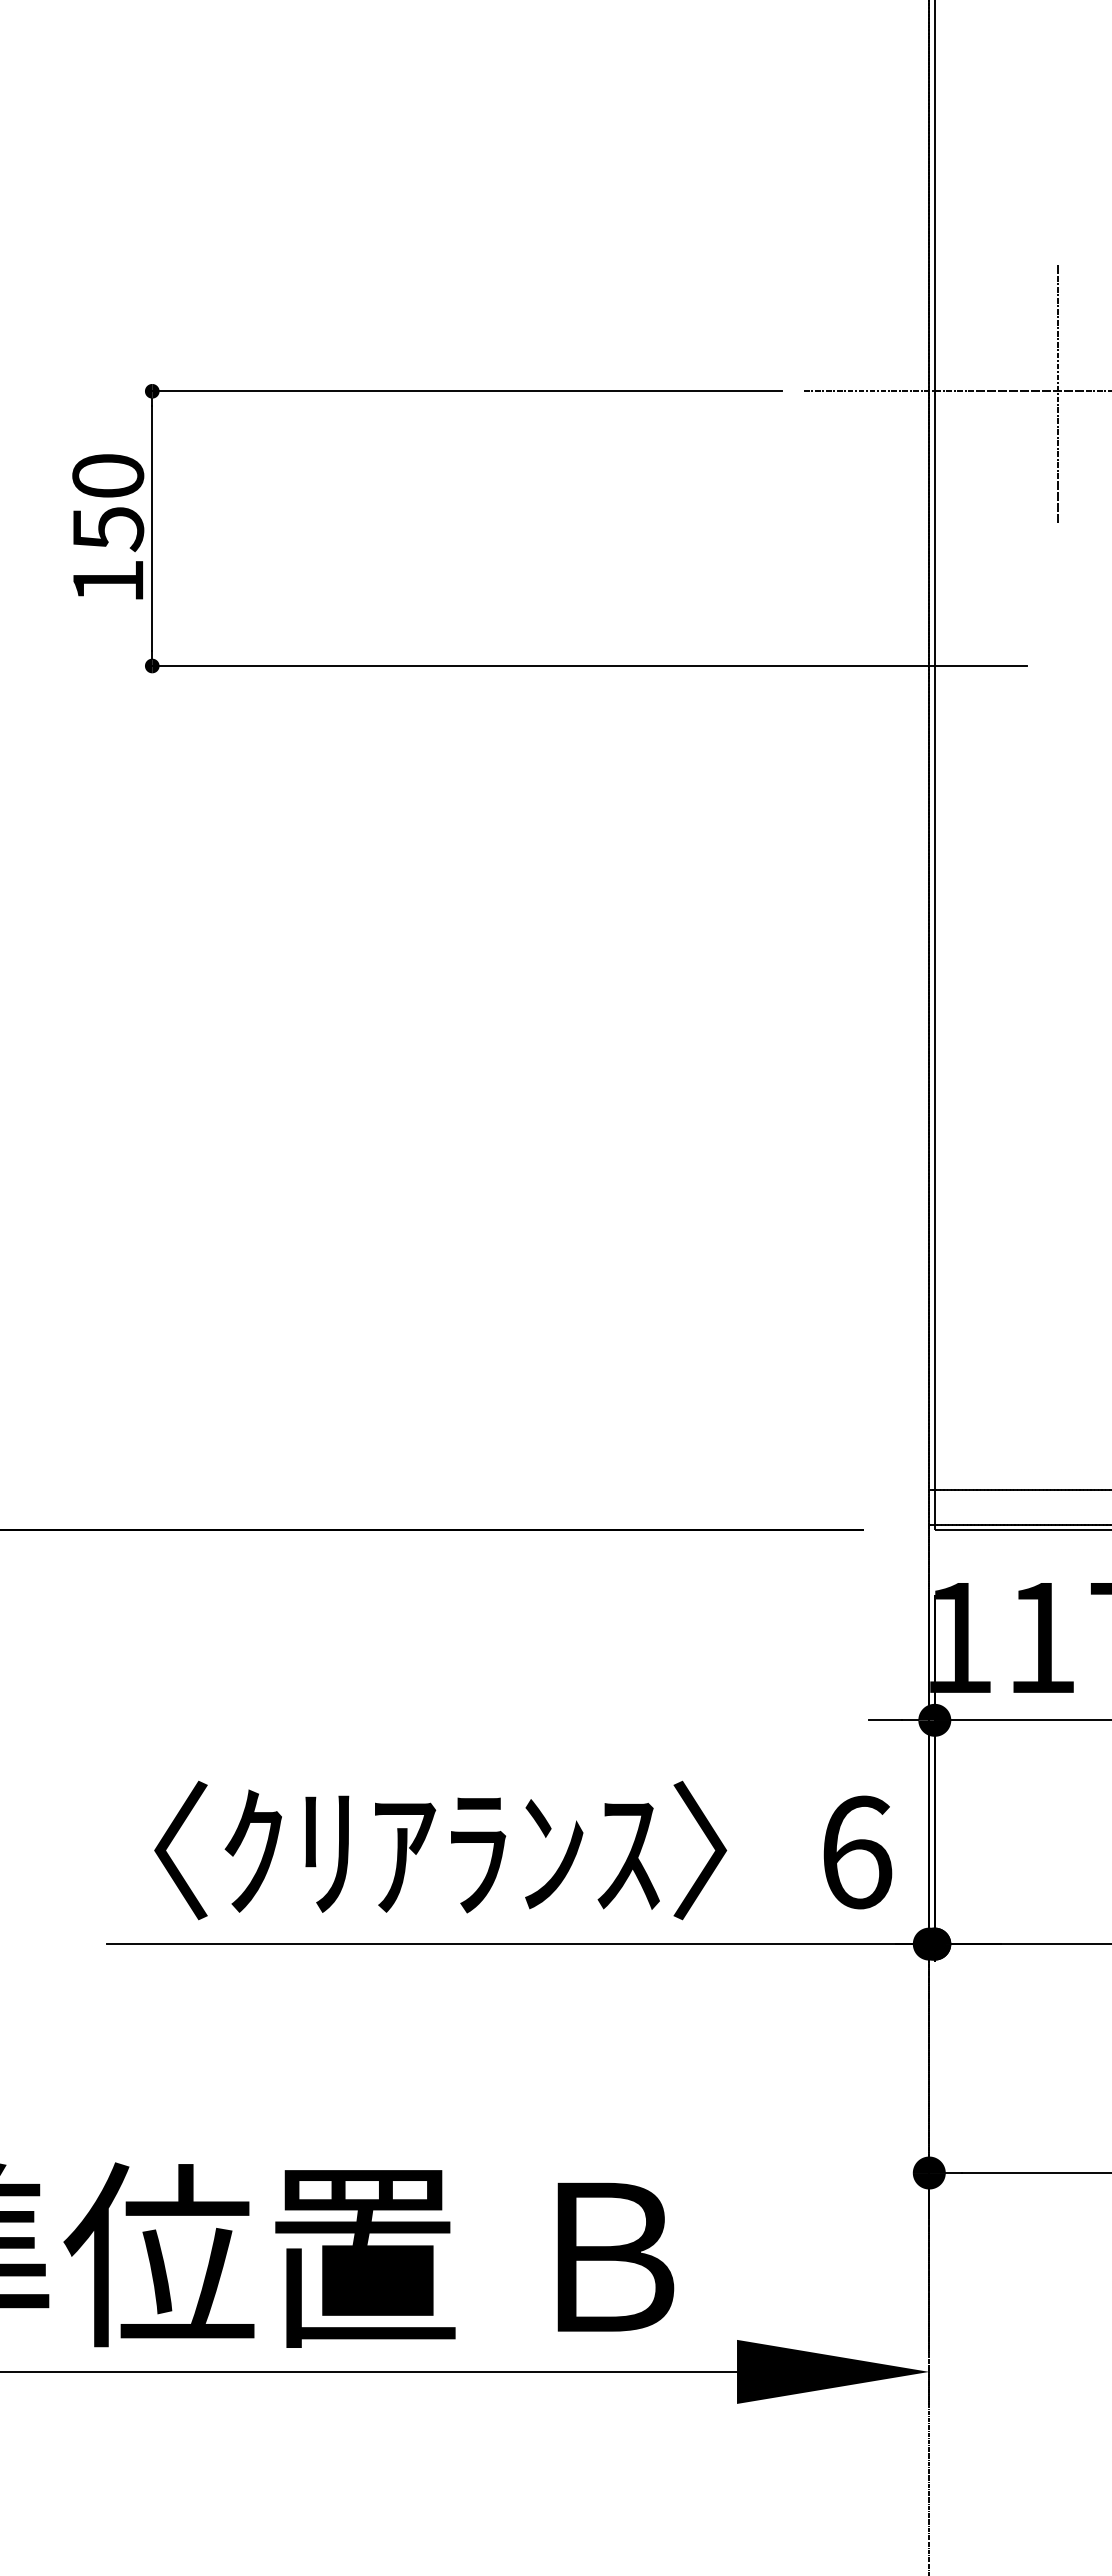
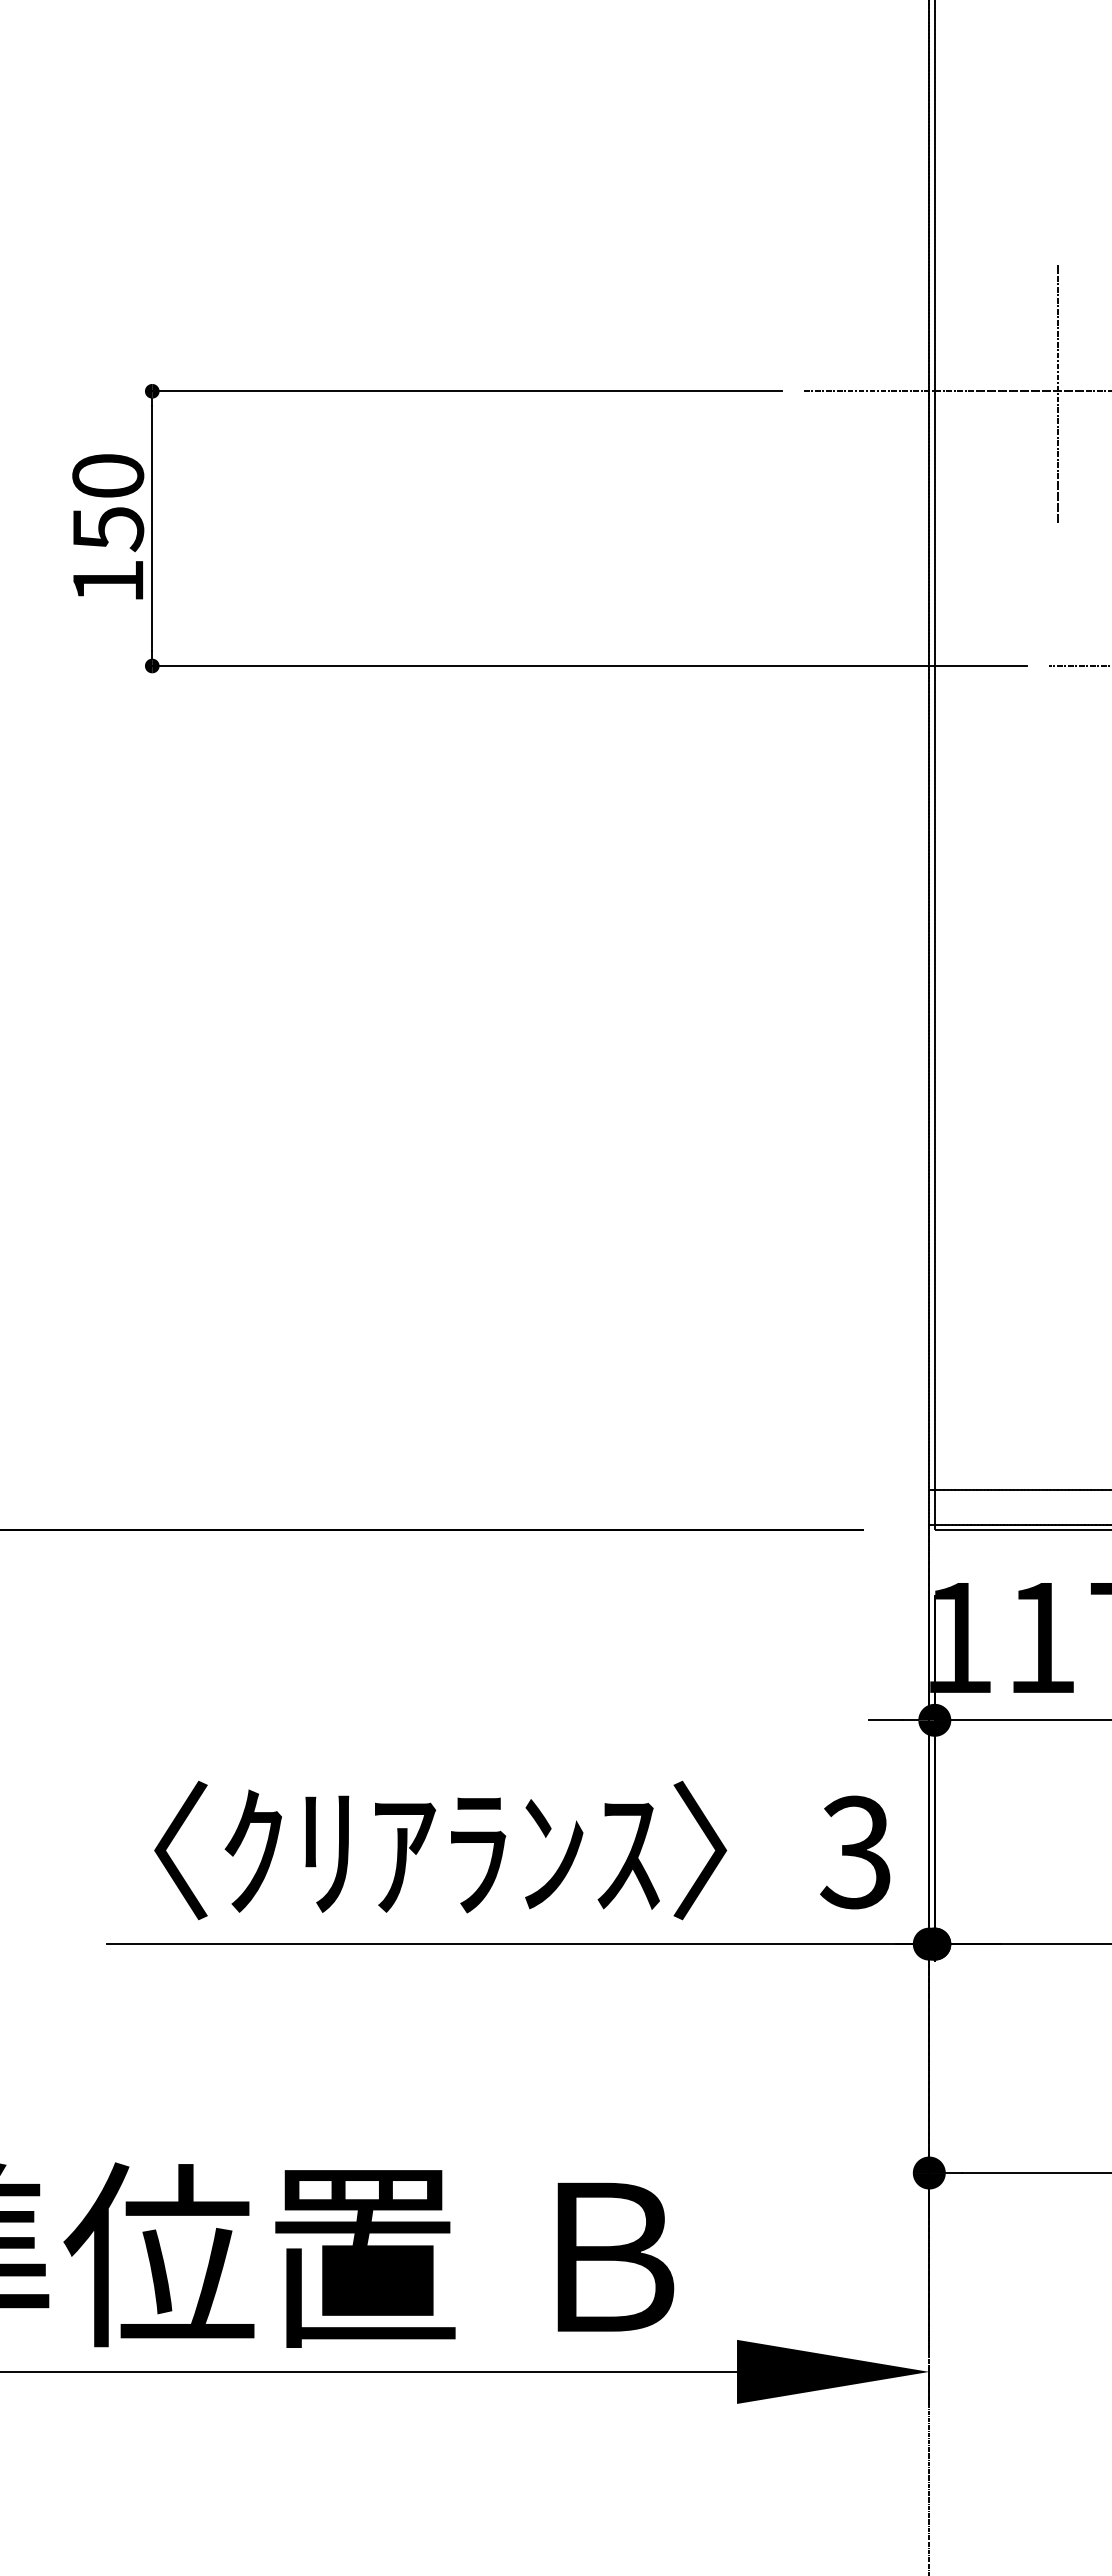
line at (1078, 666): none -> present
text at (856, 1852): 6 -> 3
